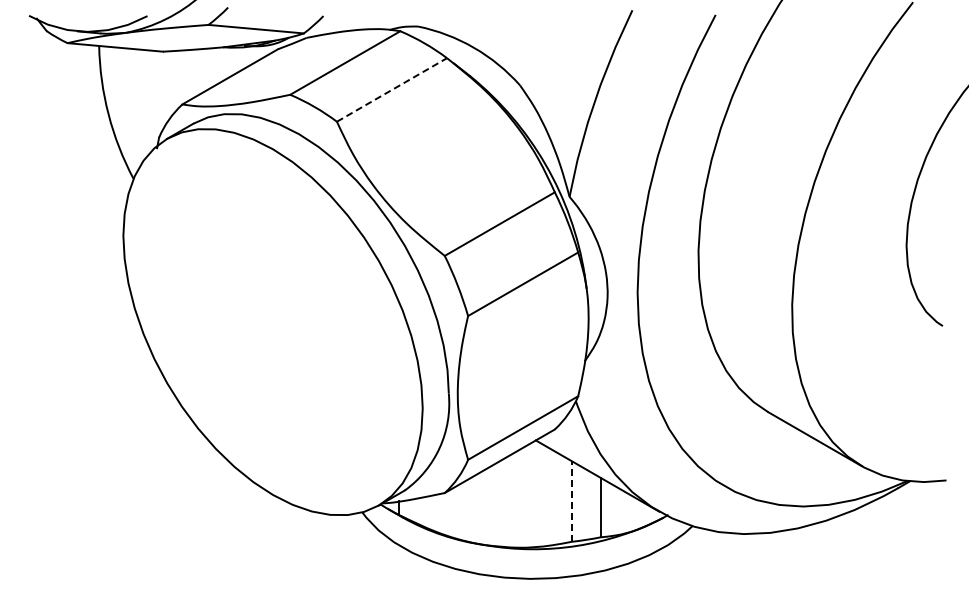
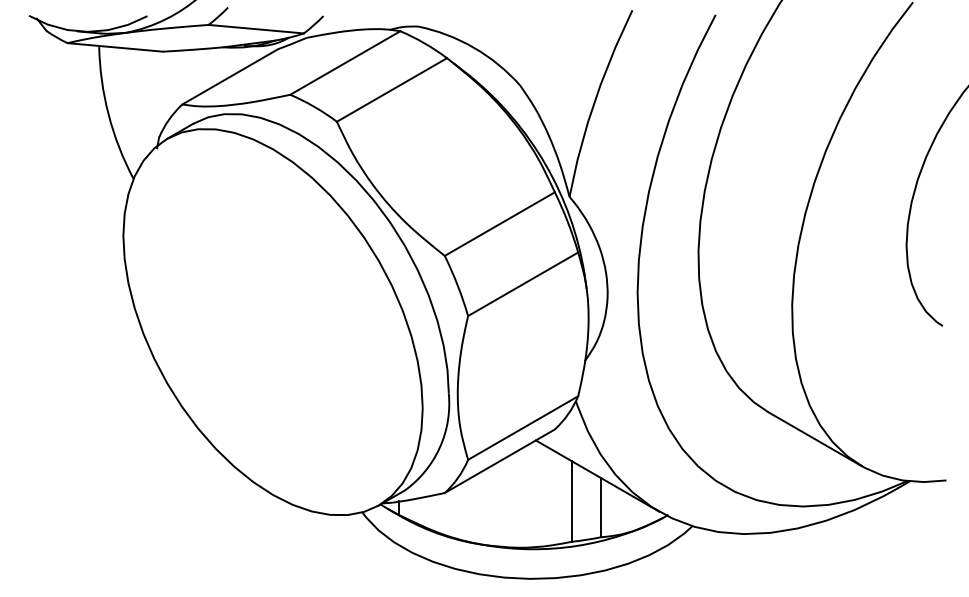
line at (391, 89): dashed -> solid
line at (571, 501): dashed -> solid
